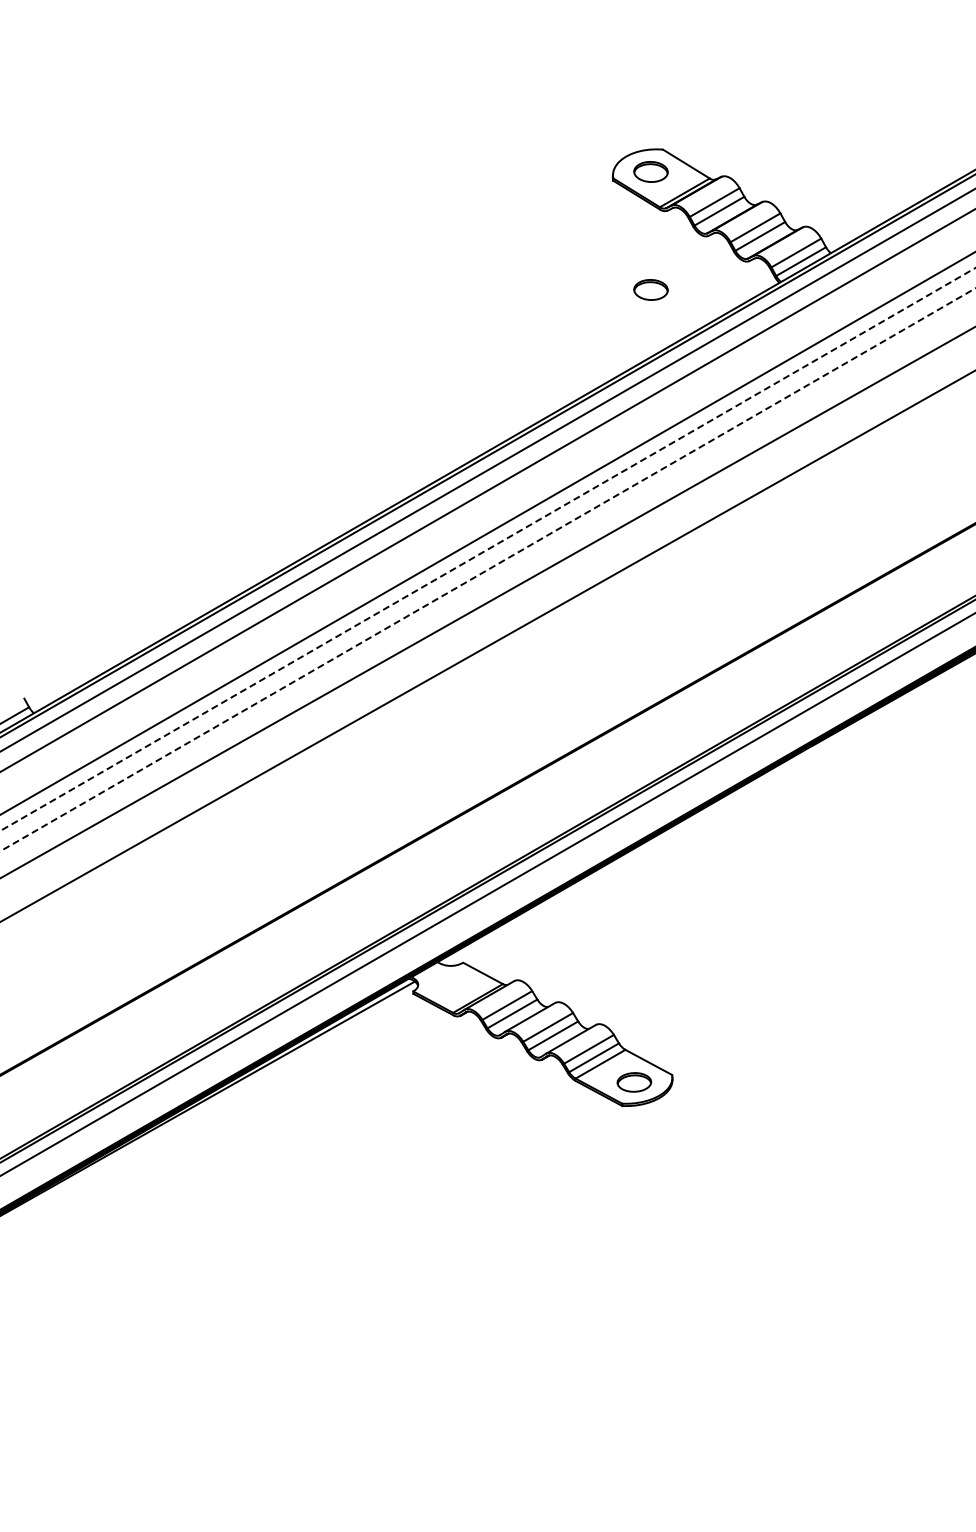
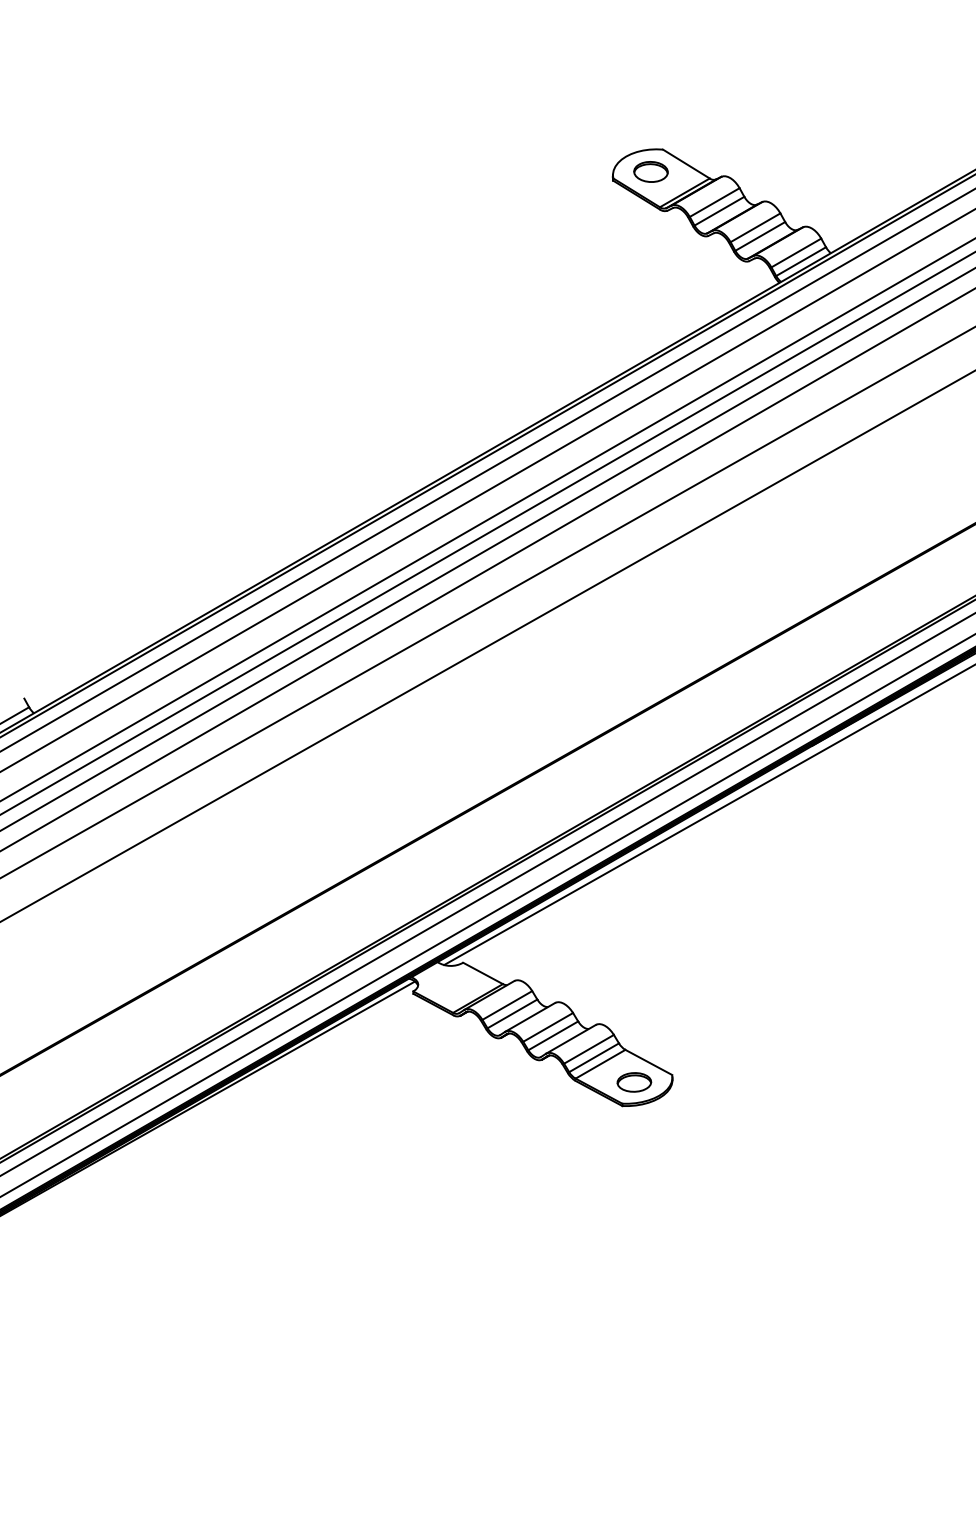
part at (650, 289): present -> none
line at (487, 519): none -> present
line at (488, 549): dashed -> solid
line at (488, 569): dashed -> solid
line at (708, 815): none -> present
line at (487, 915): none -> present
